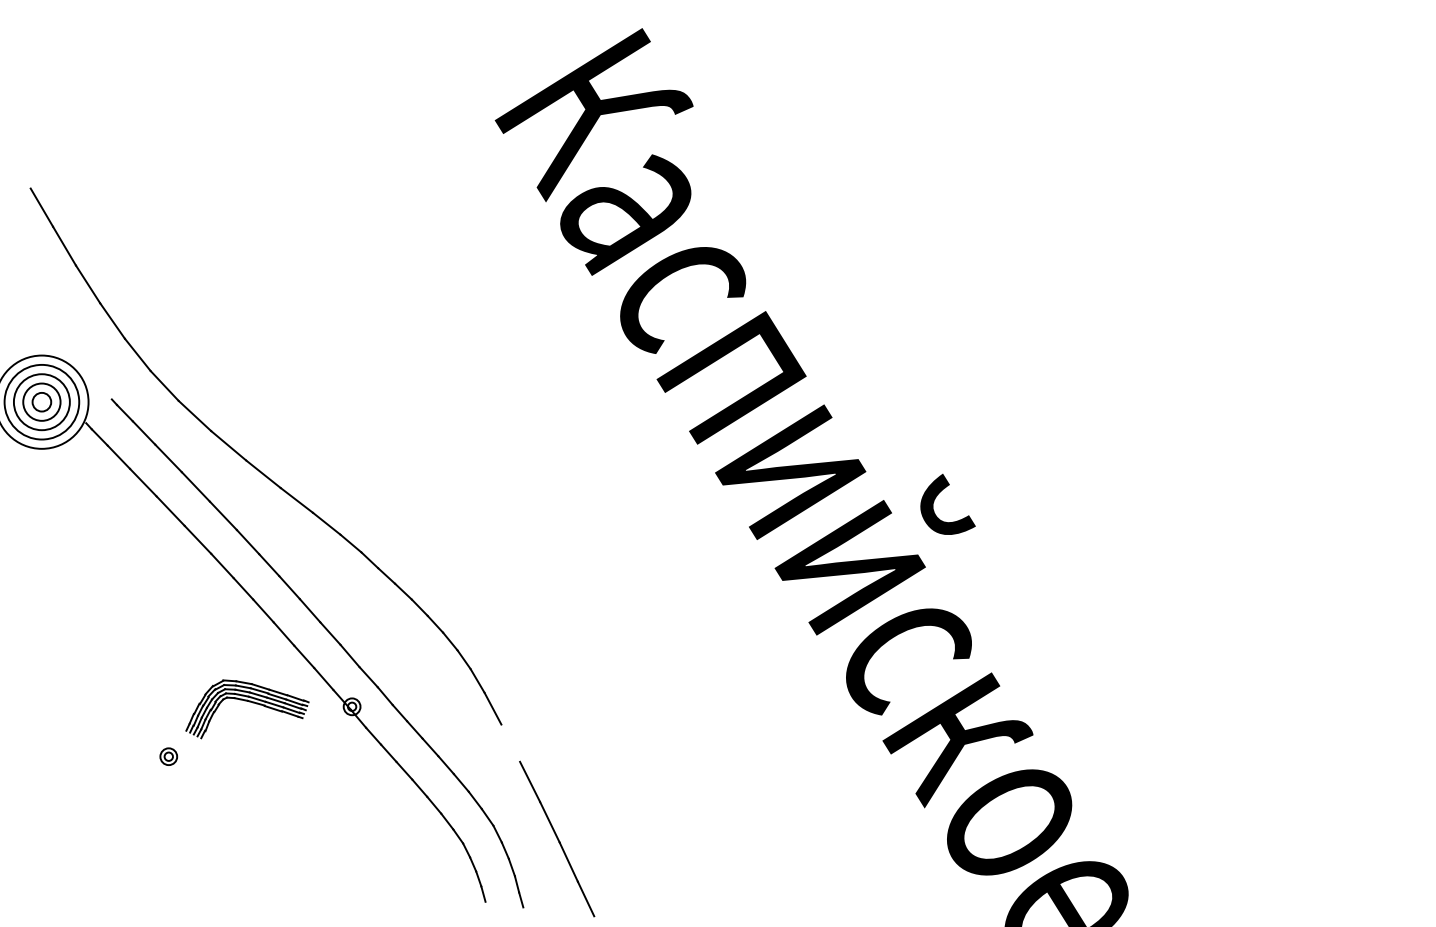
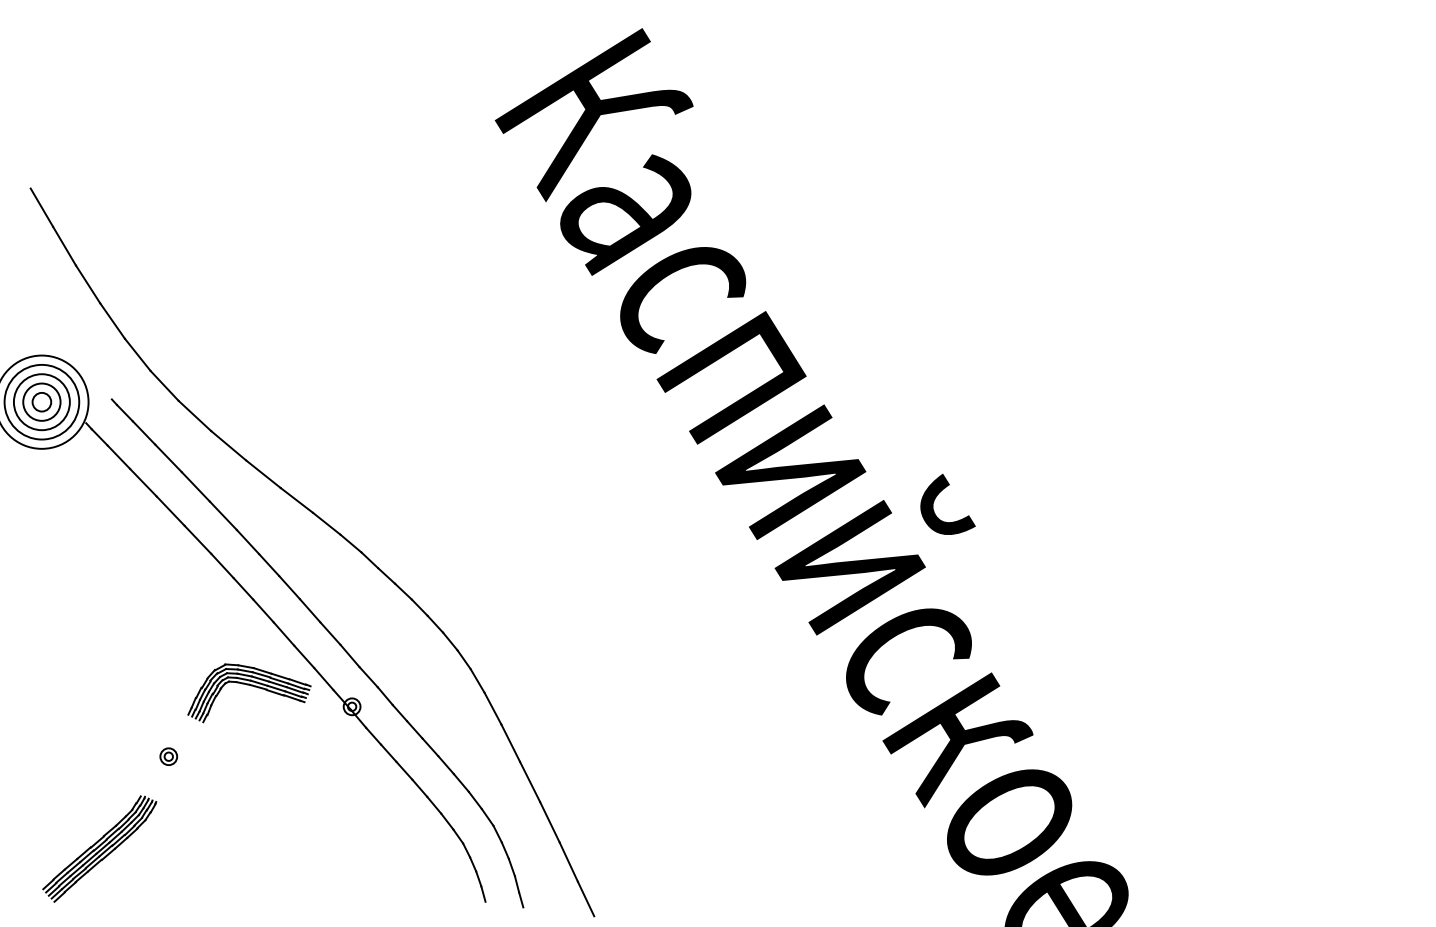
part at (249, 702) position: (249, 702) -> (251, 686)
line at (510, 742): none -> present
part at (99, 848): none -> present
